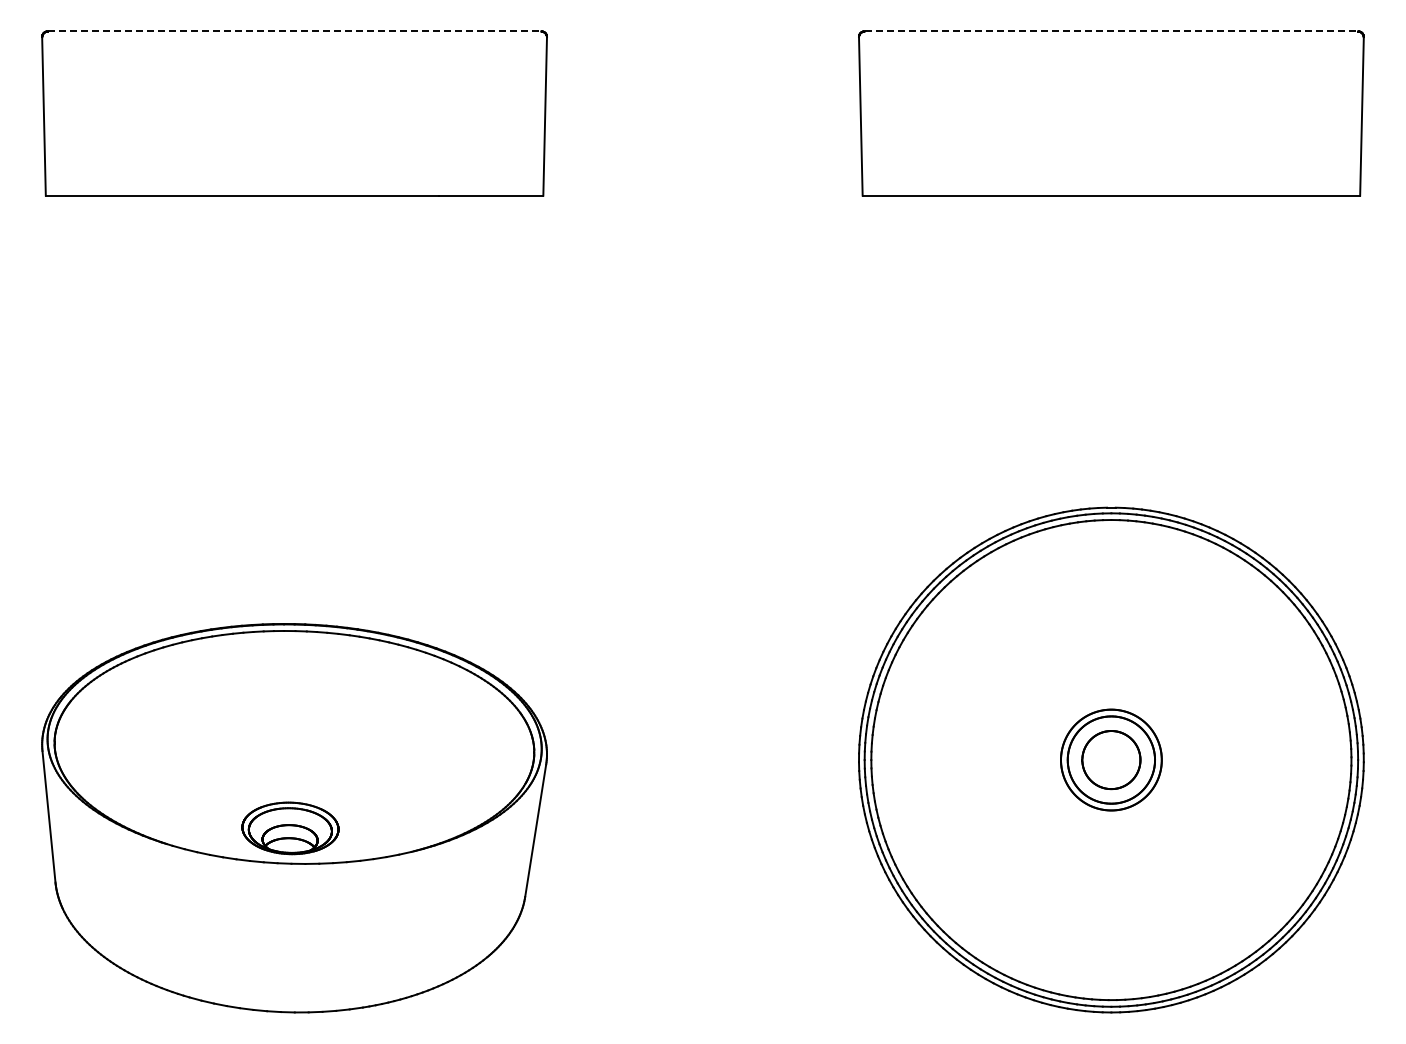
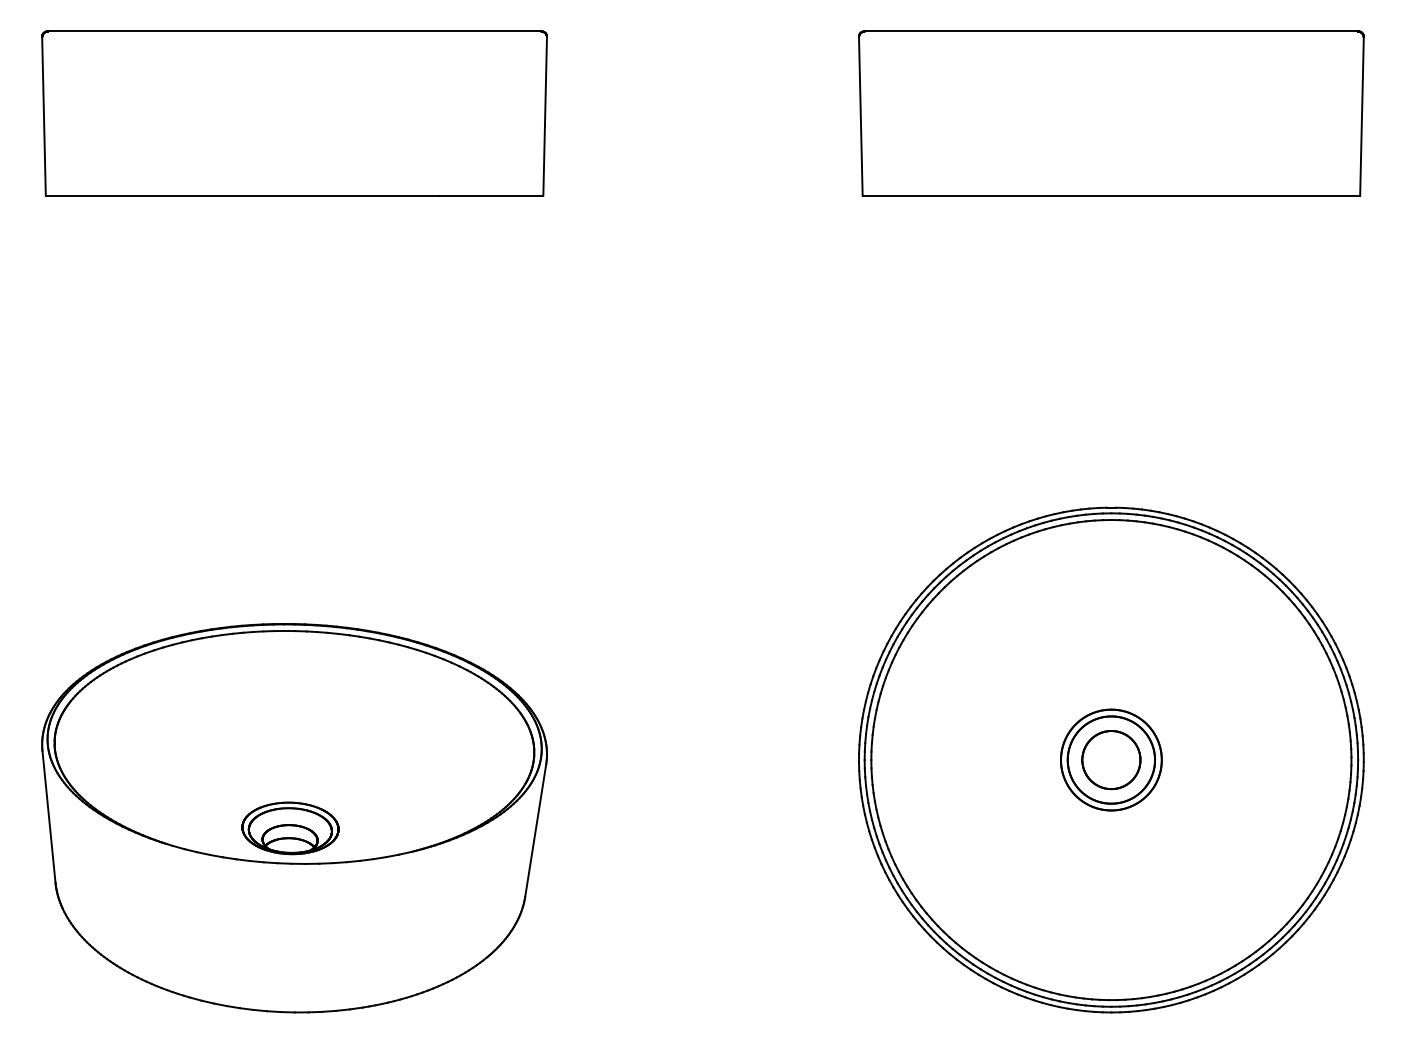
line at (294, 31): dashed -> solid
line at (1111, 31): dashed -> solid
